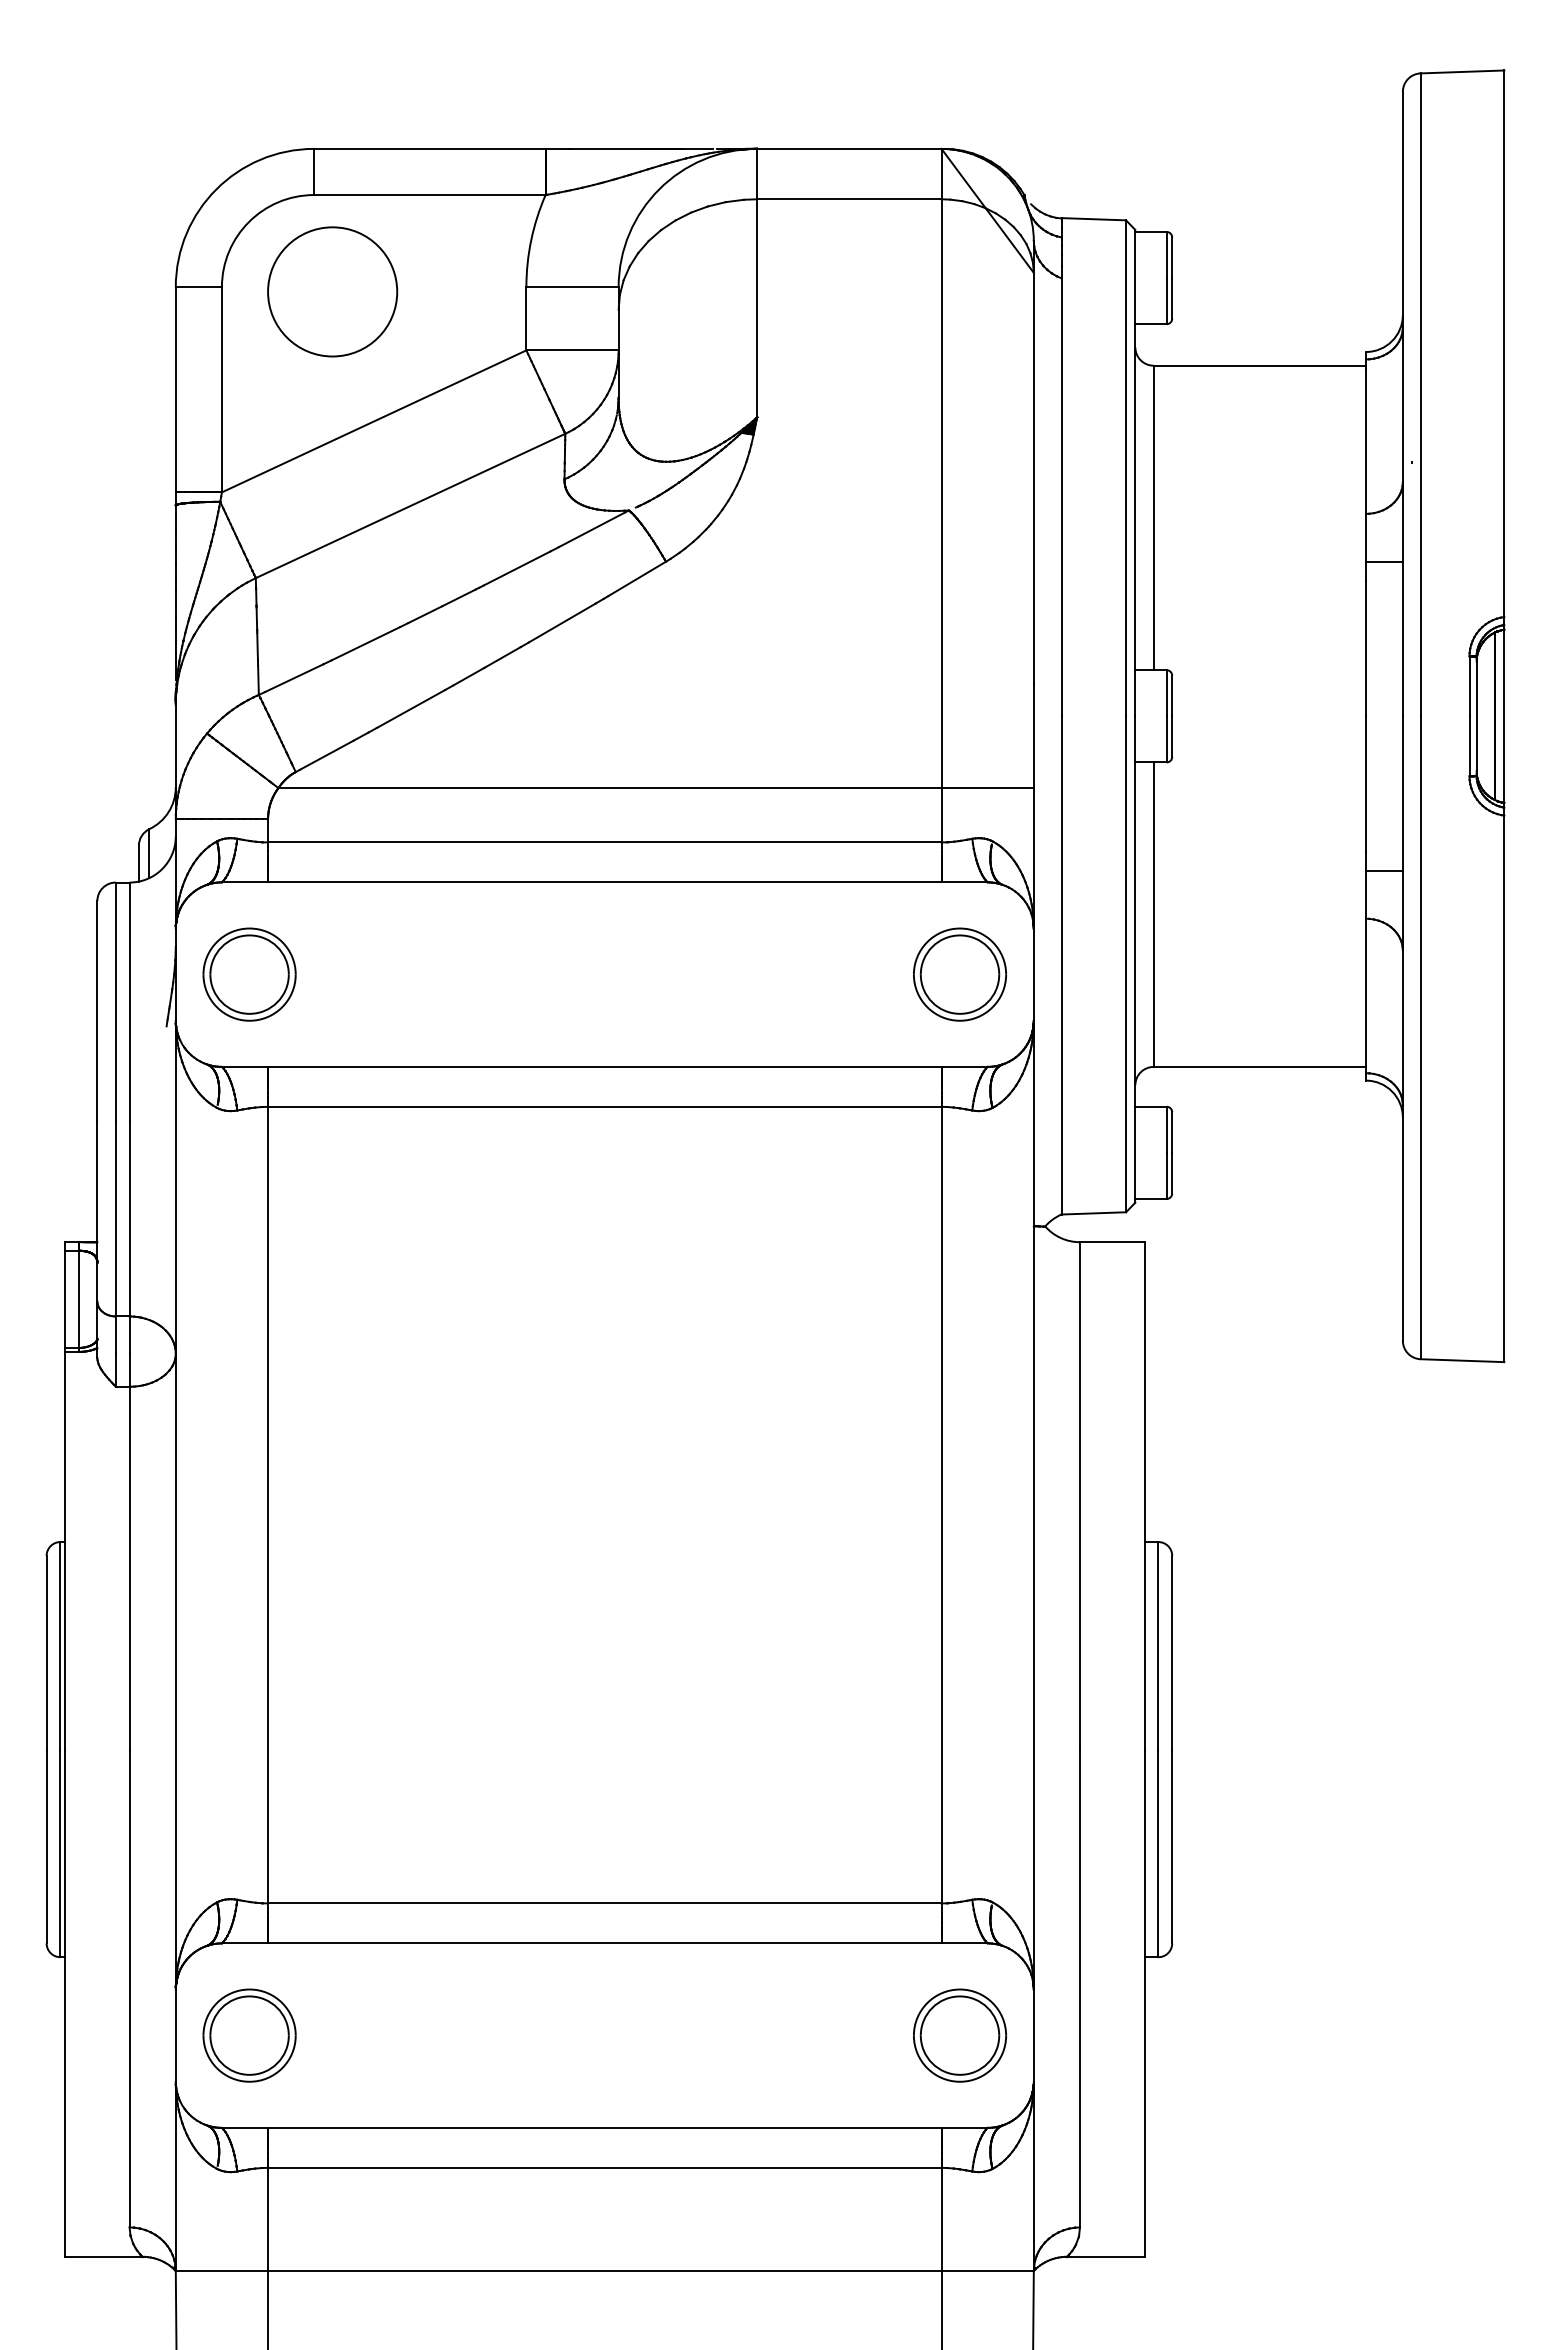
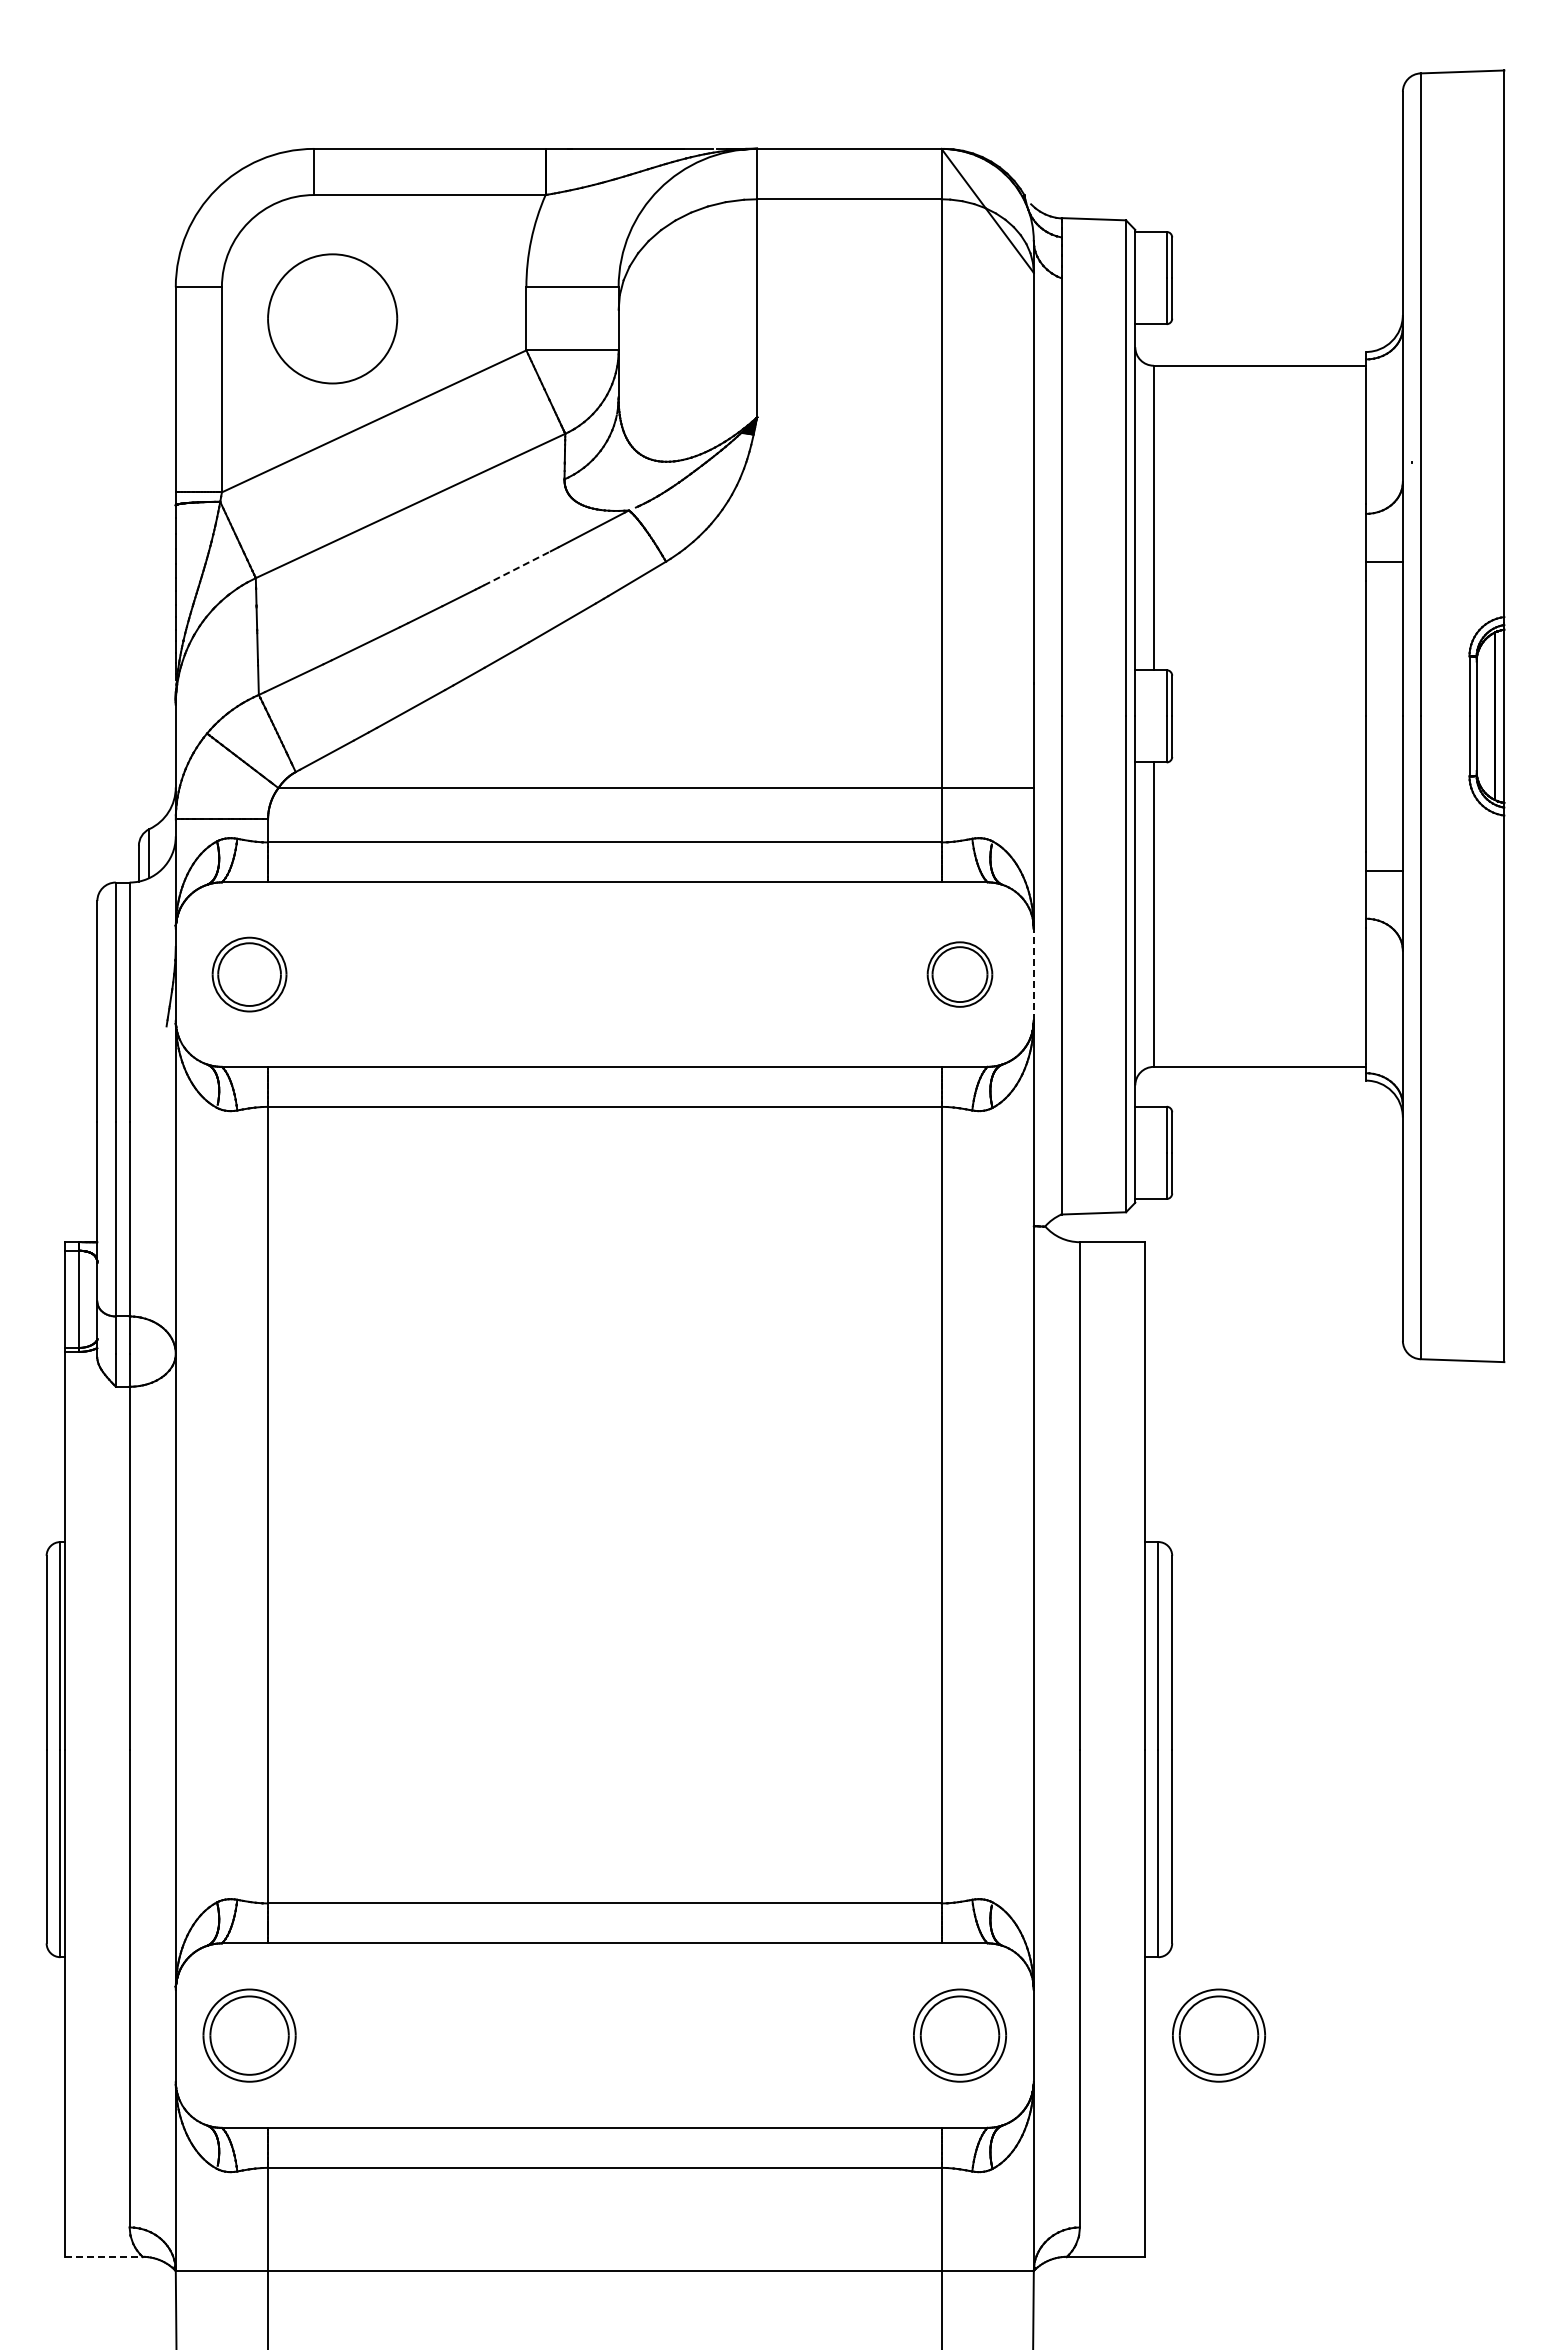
part at (332, 291) position: (332, 291) -> (332, 318)
line at (517, 568): solid -> dashed
part at (249, 974) size: 95x95 px -> 77x77 px
part at (959, 974) size: 94x95 px -> 68x67 px
line at (1033, 974): solid -> dashed
part at (1218, 2035): none -> present
line at (103, 2257): solid -> dashed
